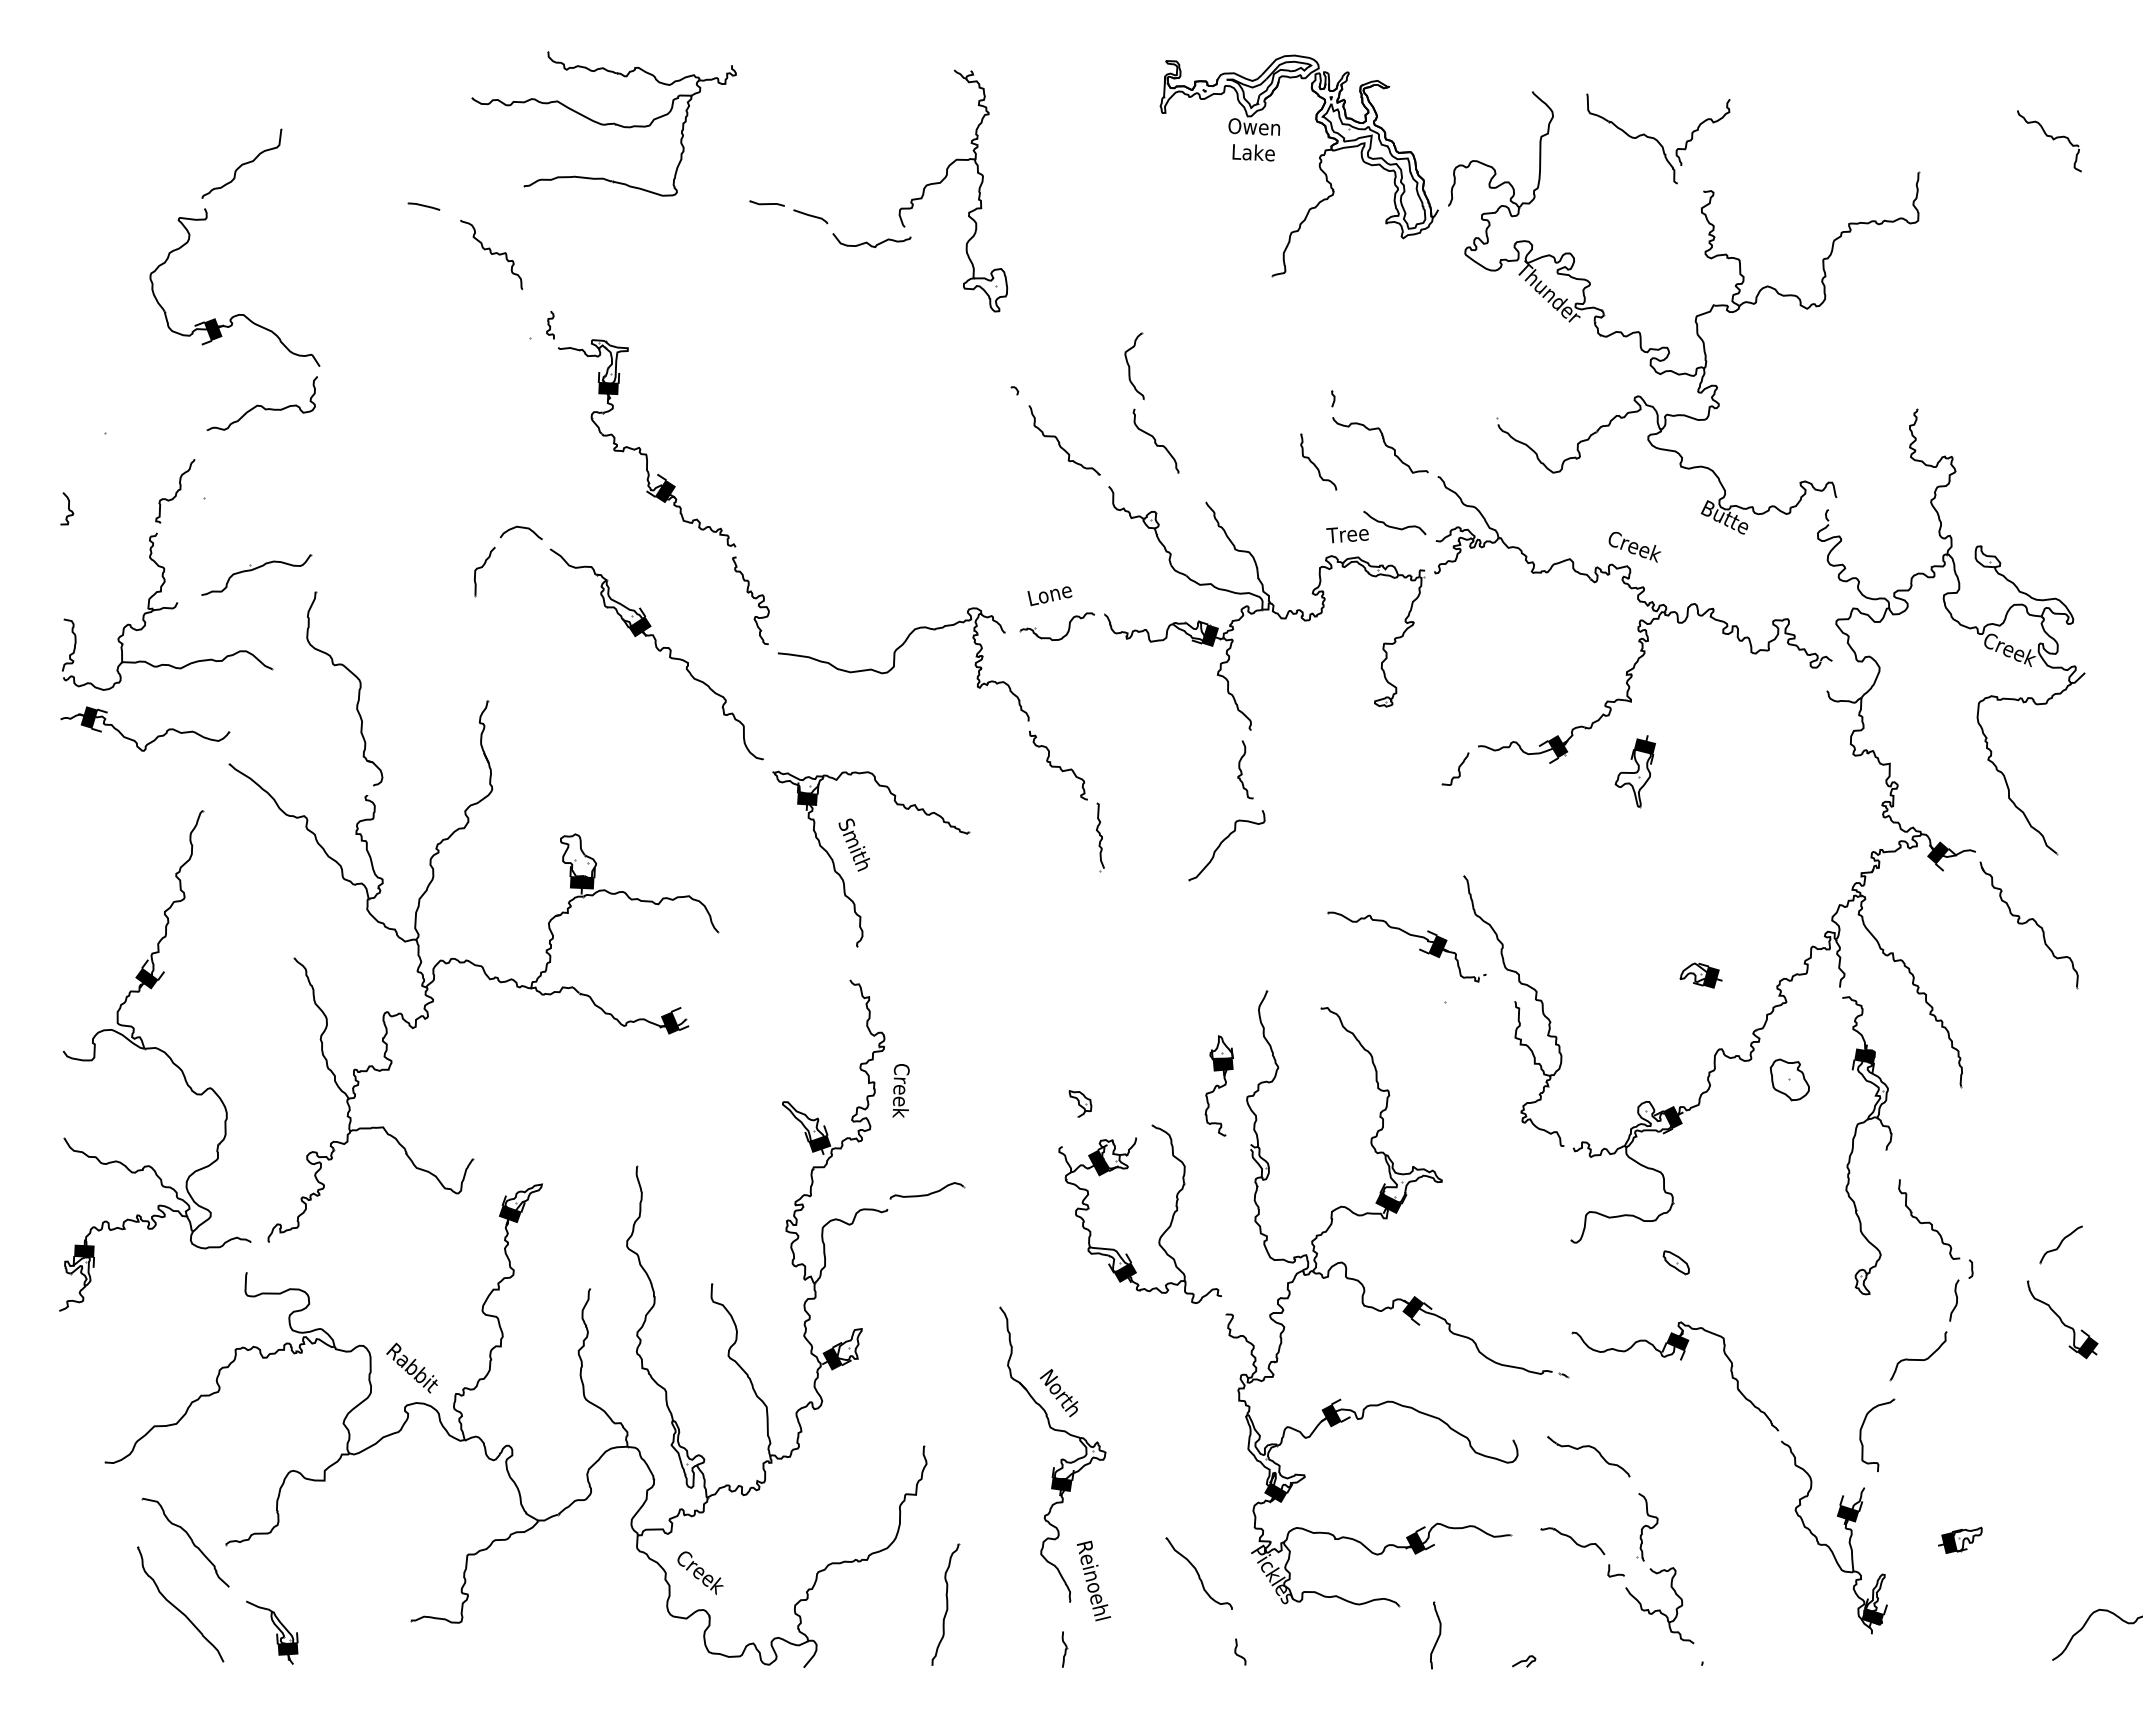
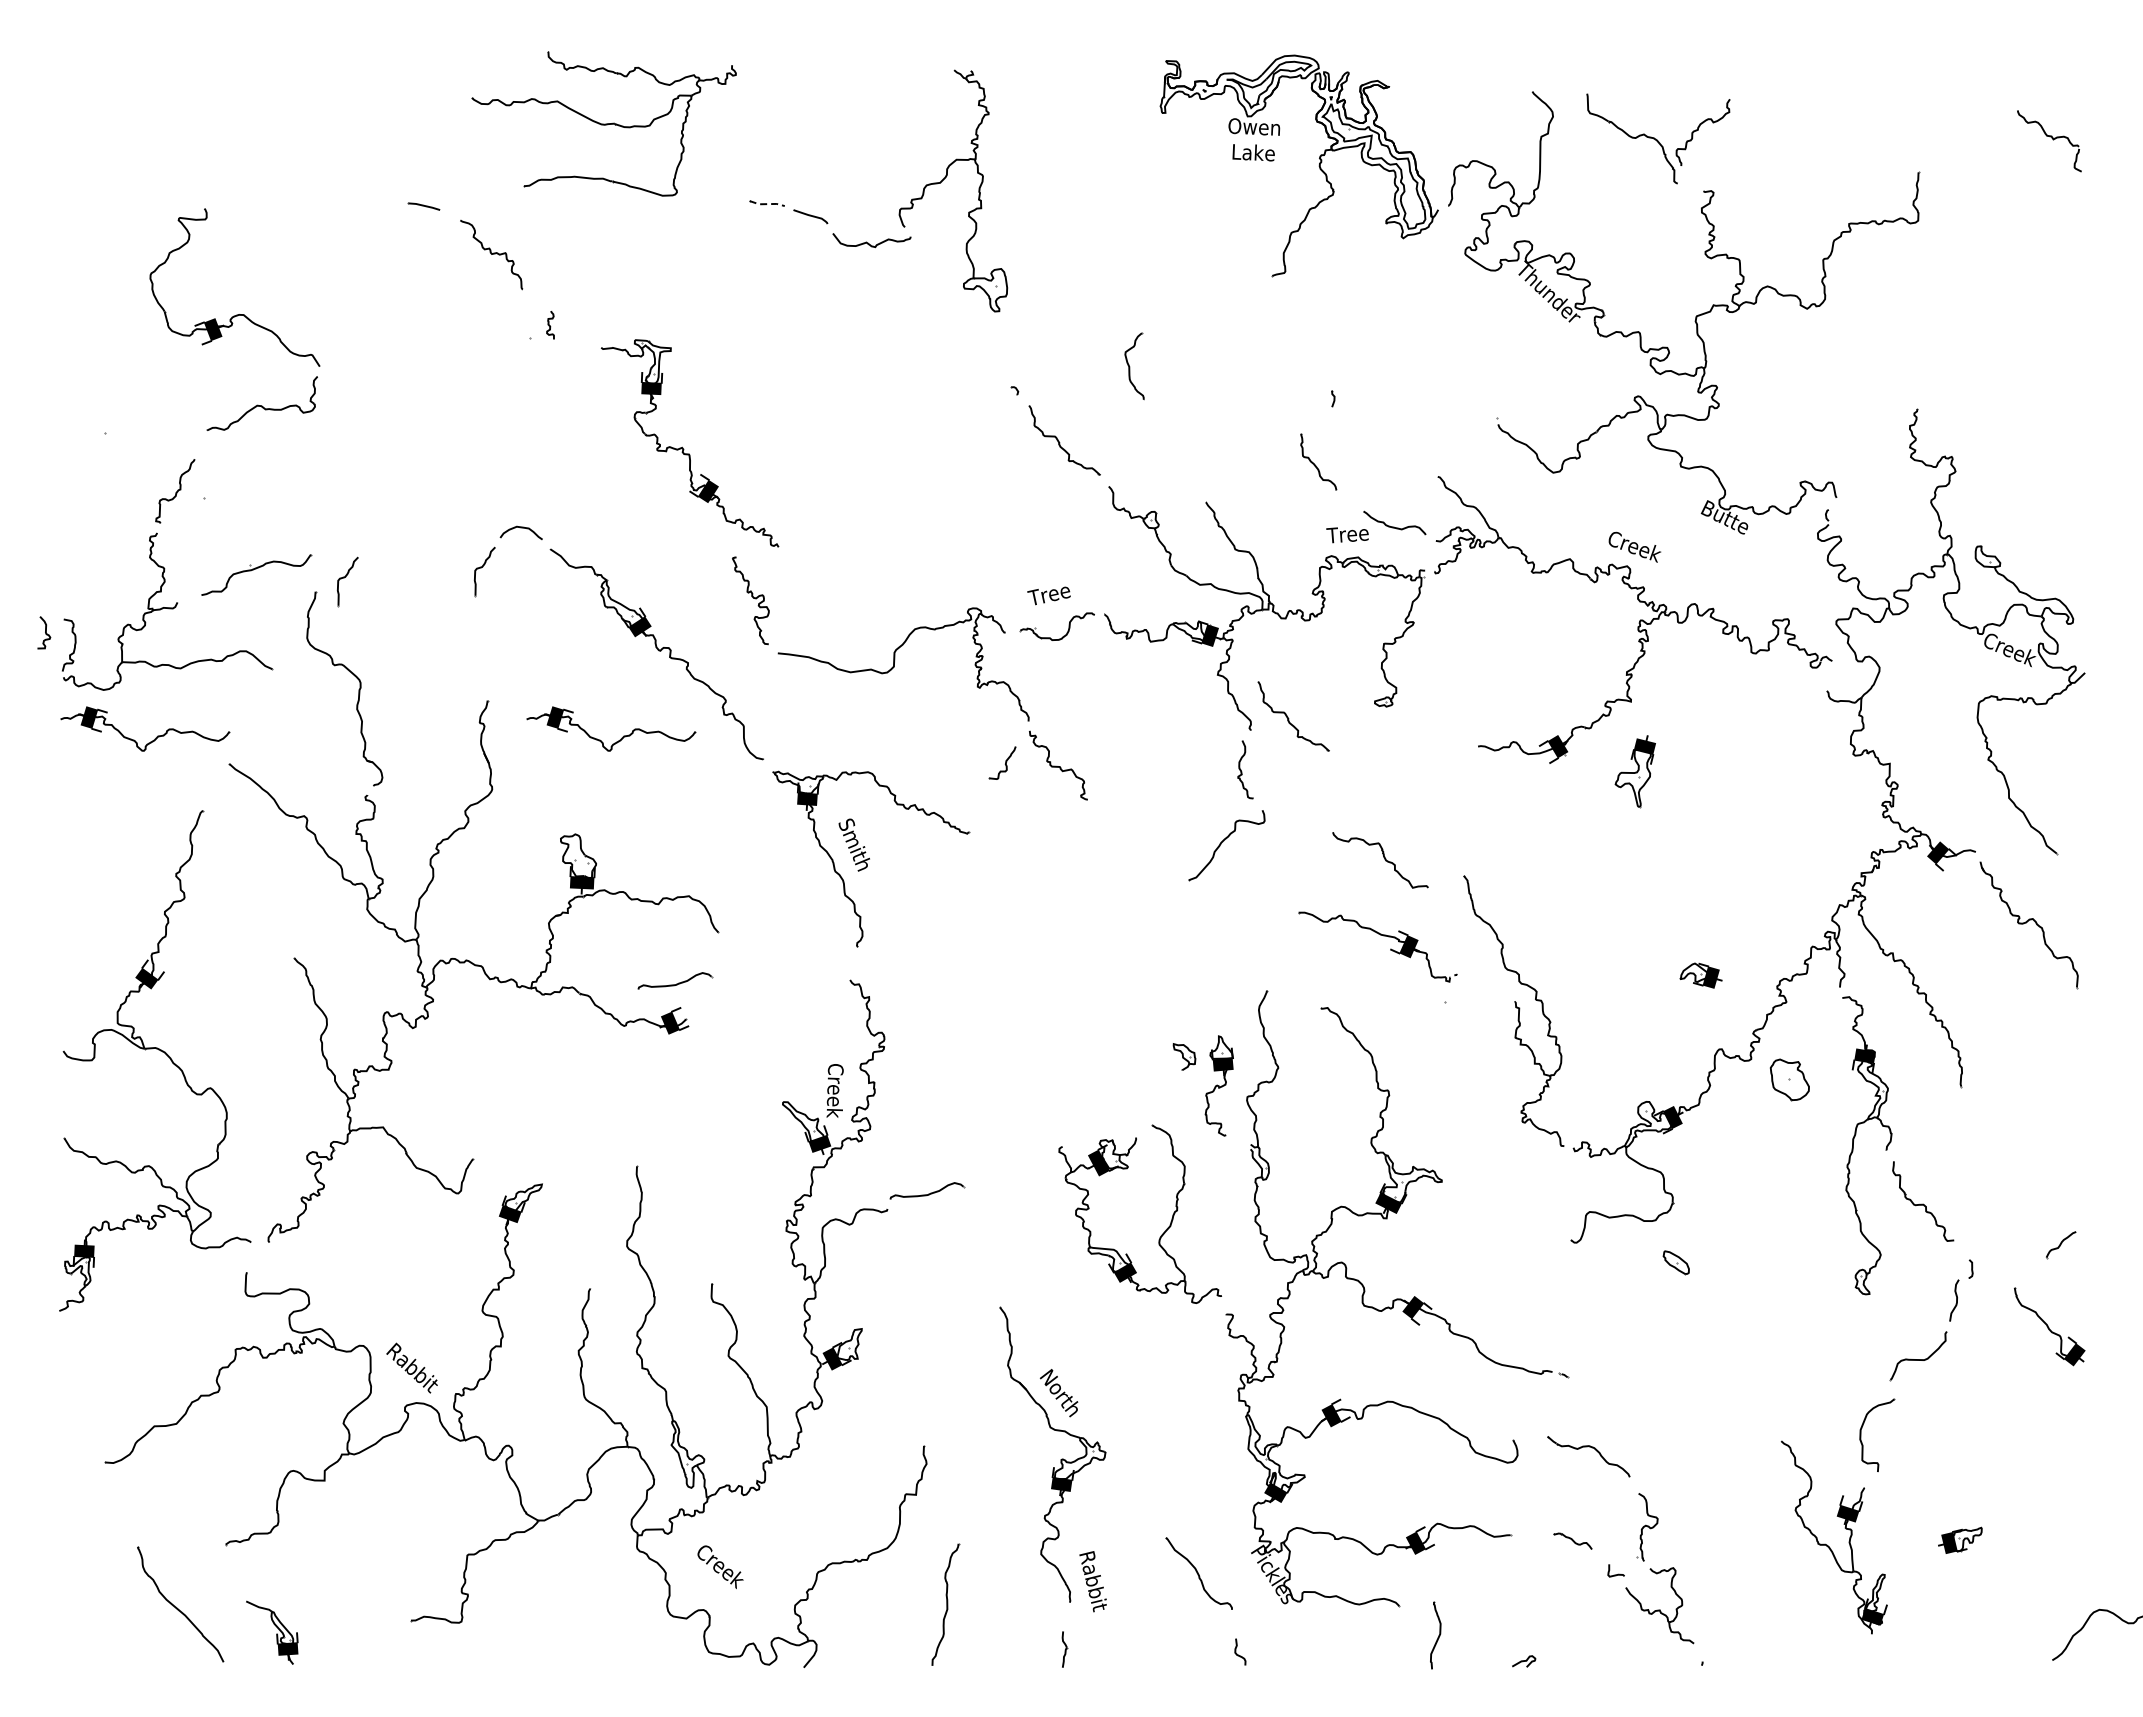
part at (241, 163): present -> none
line at (768, 204): solid -> dashed
curve at (1155, 440): present -> none
curve at (1384, 444) position: (1384, 444) -> (1384, 859)
part at (640, 447) position: (640, 447) -> (683, 447)
curve at (68, 508) position: (68, 508) -> (45, 632)
part at (347, 581): none -> present
text at (1049, 596): Lone -> Tree
part at (1293, 716): none -> present
part at (621, 737): none -> present
part at (1455, 768) position: (1455, 768) -> (1002, 762)
part at (1099, 837): present -> none
part at (1409, 935) position: (1409, 935) -> (1380, 935)
part at (675, 980): none -> present
text at (900, 1090) position: (900, 1090) -> (834, 1090)
part at (1080, 1103) position: (1080, 1103) -> (1184, 1056)
part at (1929, 1219) position: (1929, 1219) -> (1923, 1201)
part at (2060, 1244) size: 44x40 px -> 31x29 px
part at (2062, 1319) position: (2062, 1319) -> (2049, 1326)
part at (1680, 1360): present -> none
part at (1572, 1541) size: 66x29 px -> 40x18 px
part at (185, 1542): present -> none
text at (700, 1572) position: (700, 1572) -> (720, 1566)
text at (1093, 1580): Reinoehl -> Rabbit
